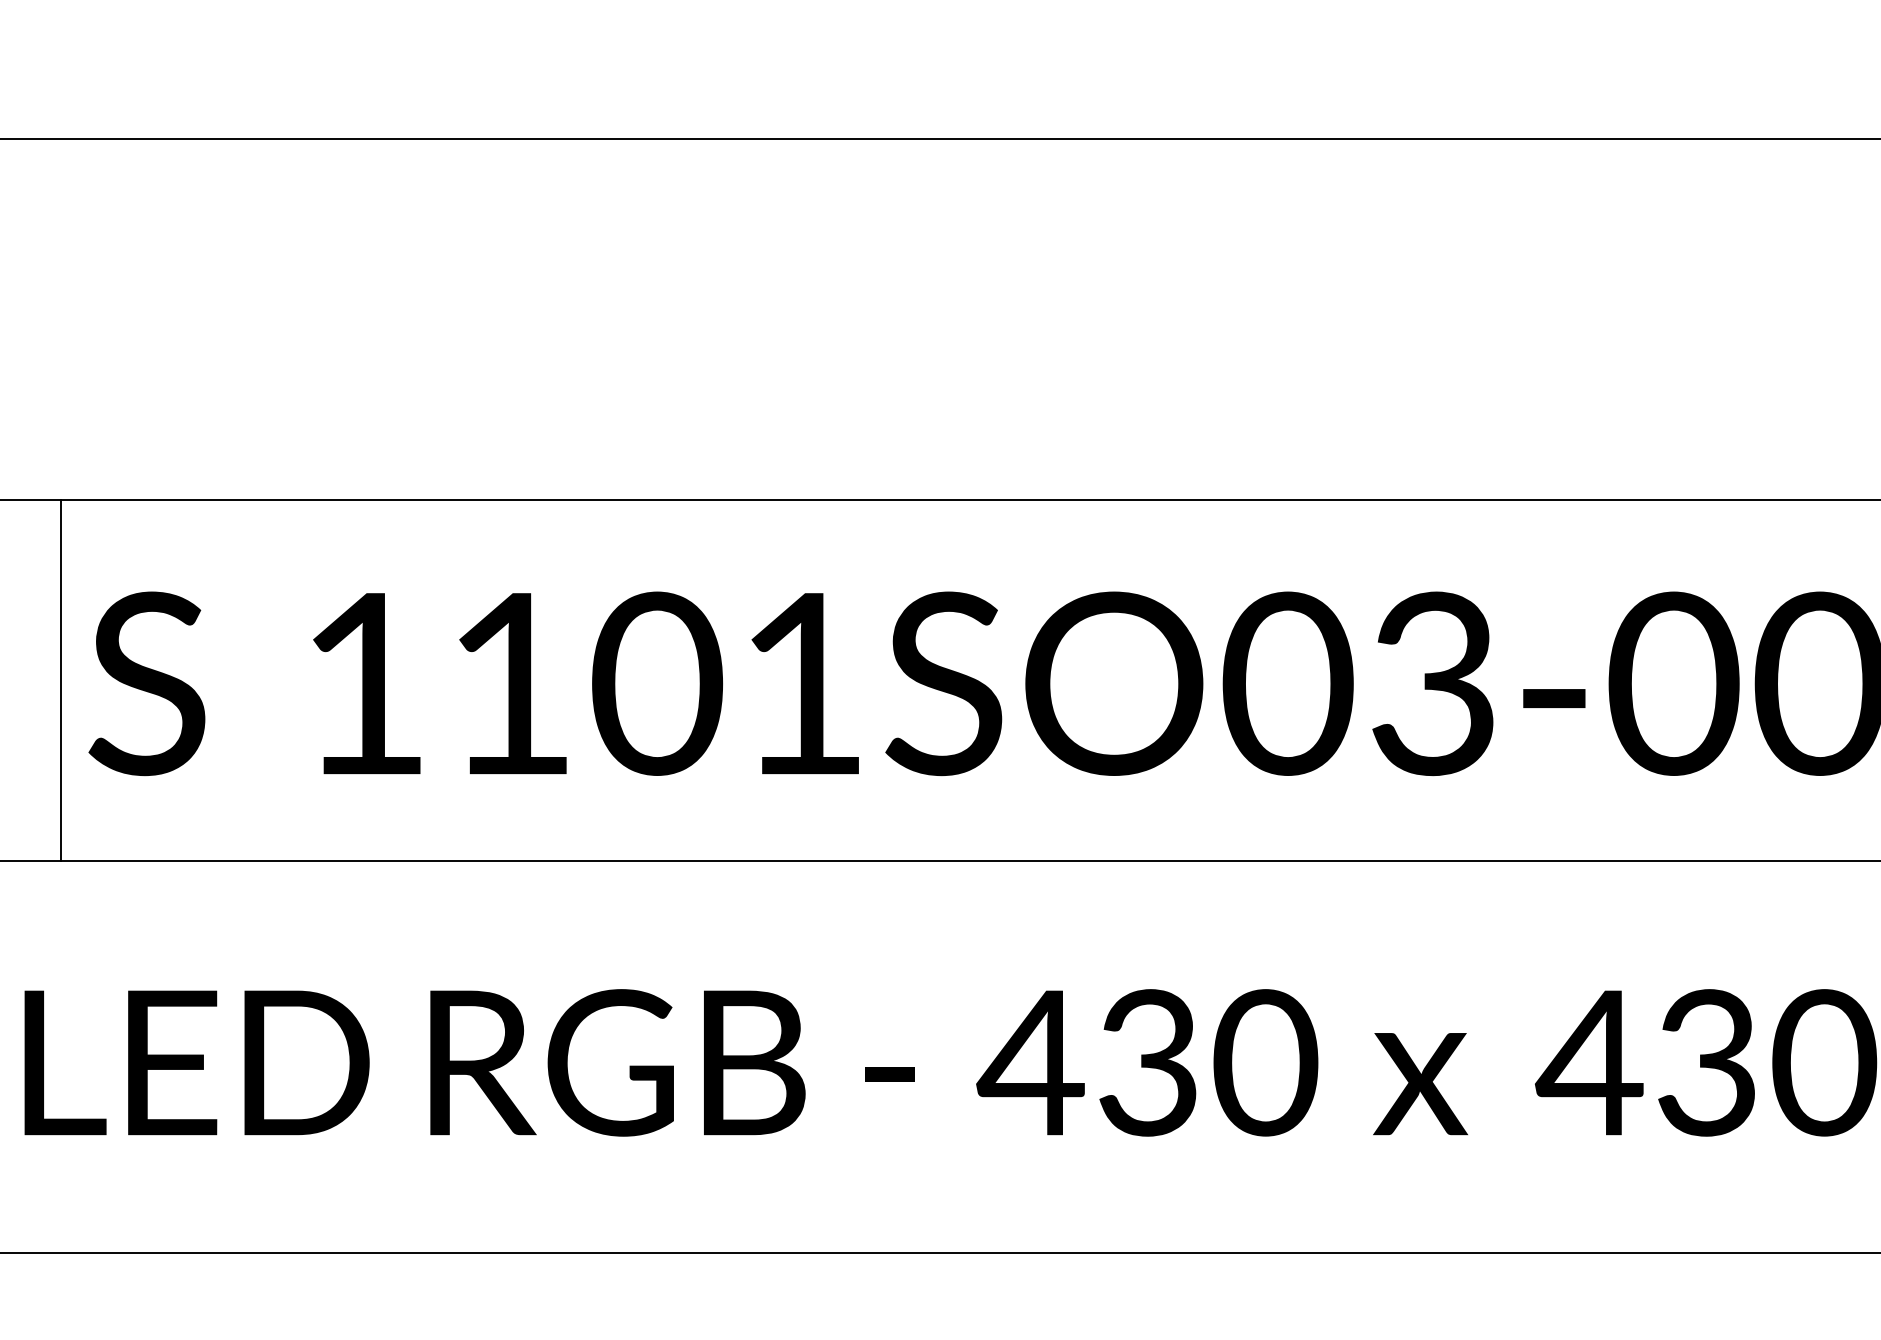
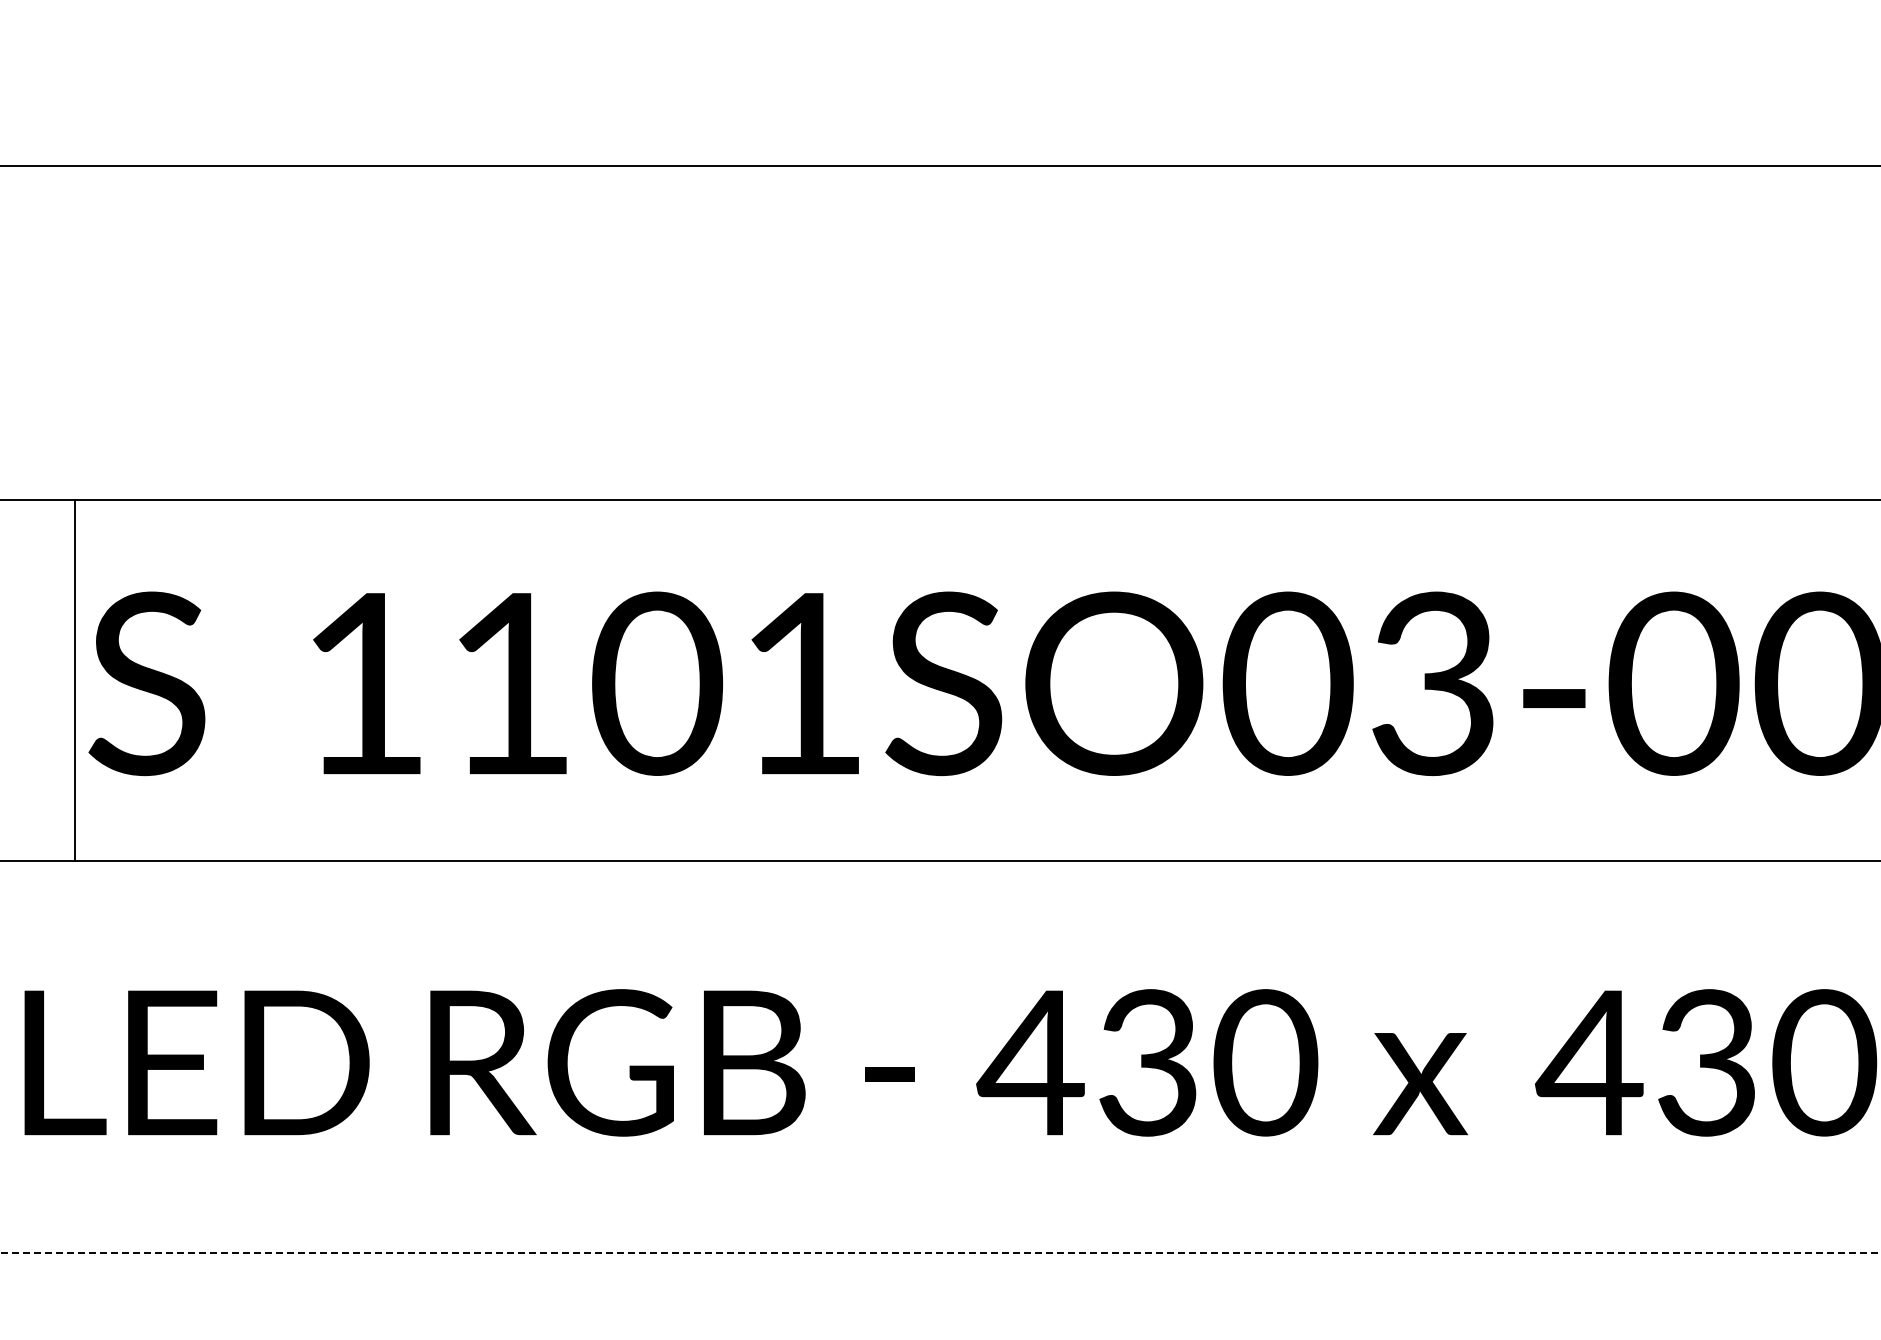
line at (939, 138) position: (939, 138) -> (939, 165)
line at (60, 680) position: (60, 680) -> (74, 680)
line at (941, 1252): solid -> dashed
